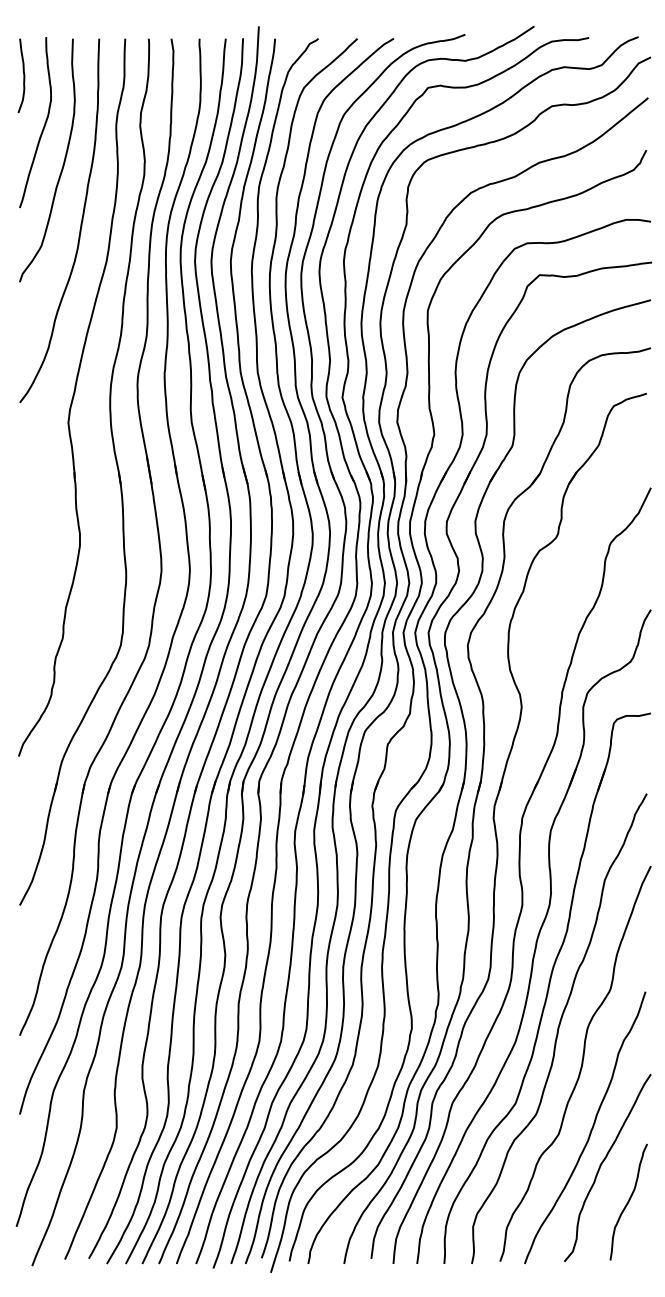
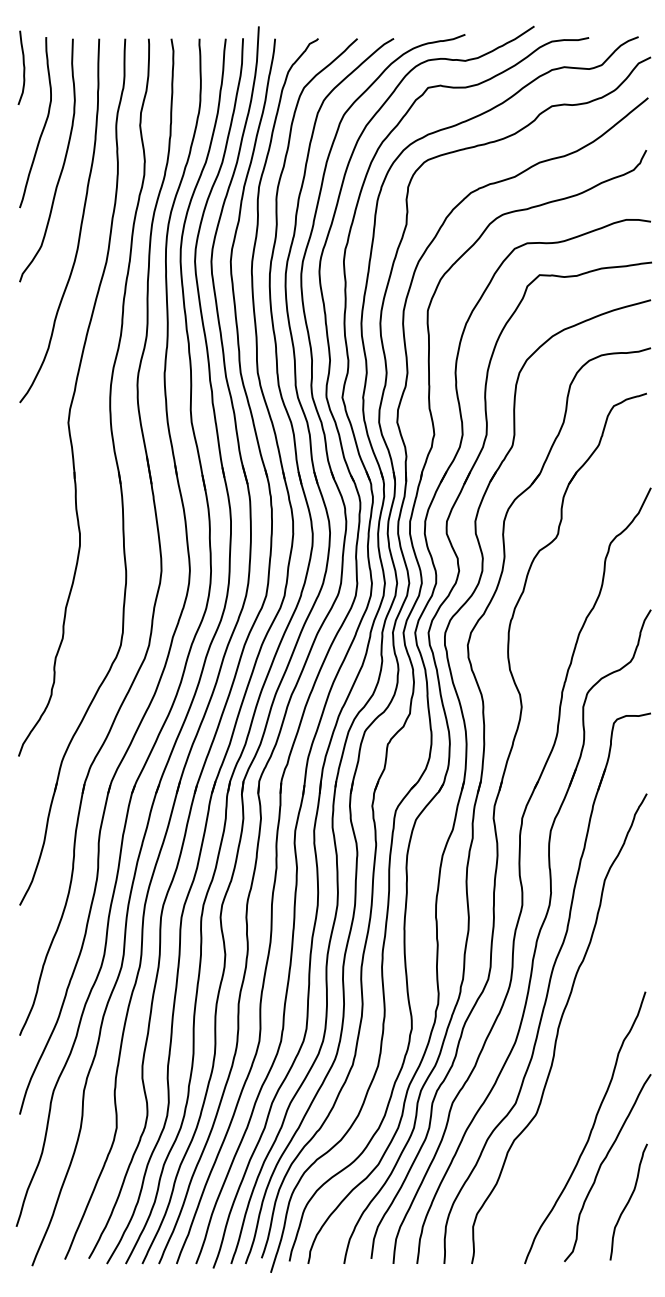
curve at (23, 75) position: (23, 75) -> (23, 67)
curve at (580, 1066): present -> none
